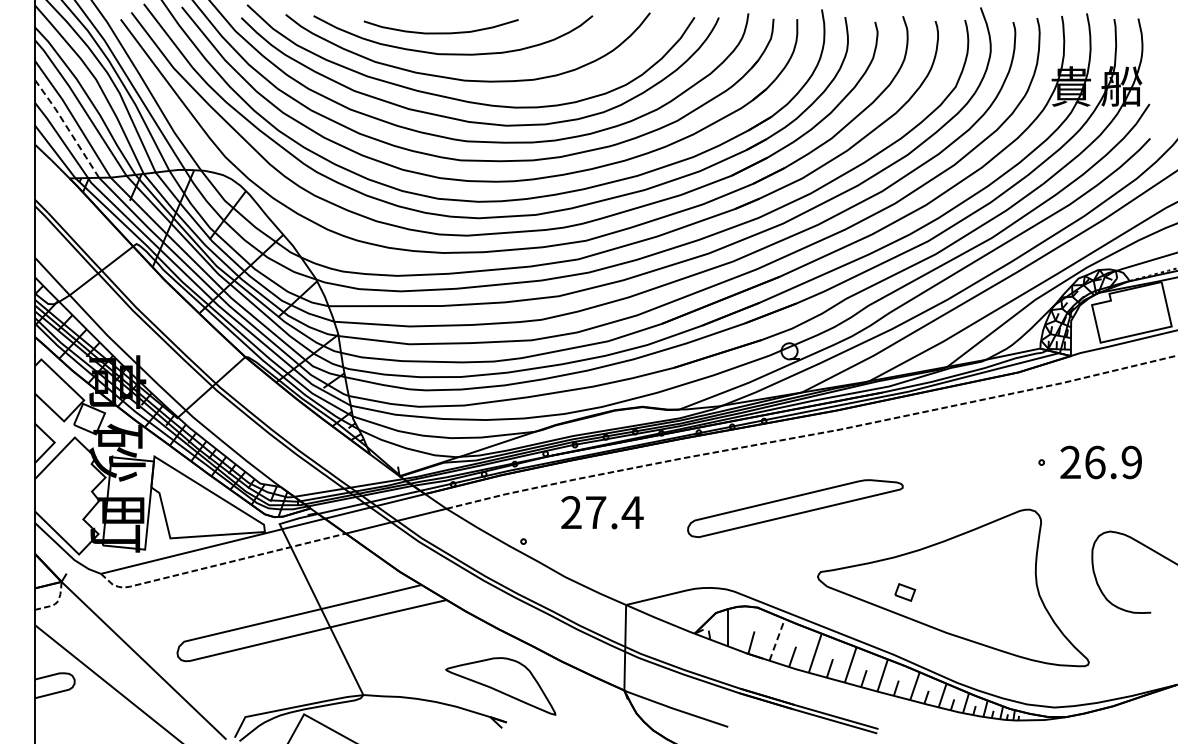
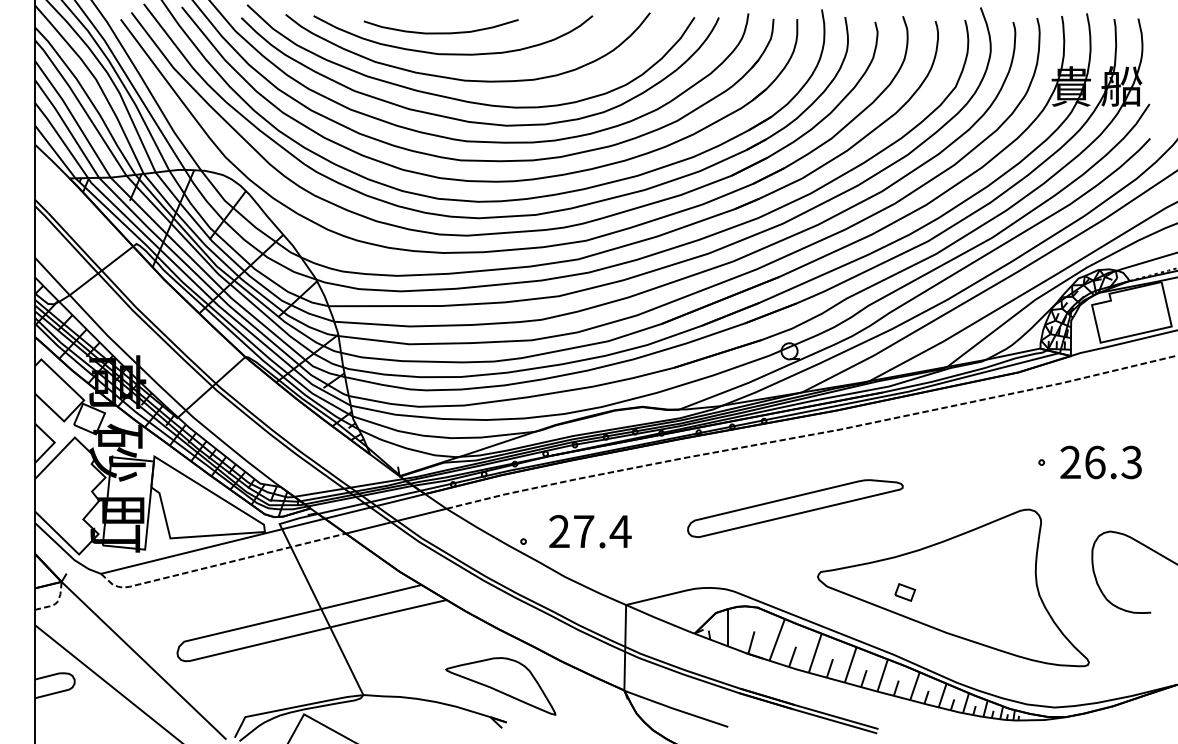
line at (67, 128): dashed -> solid
text at (1131, 462): 26.9 -> 26.3
text at (602, 512) position: (602, 512) -> (590, 531)
line at (777, 639): dashed -> solid
